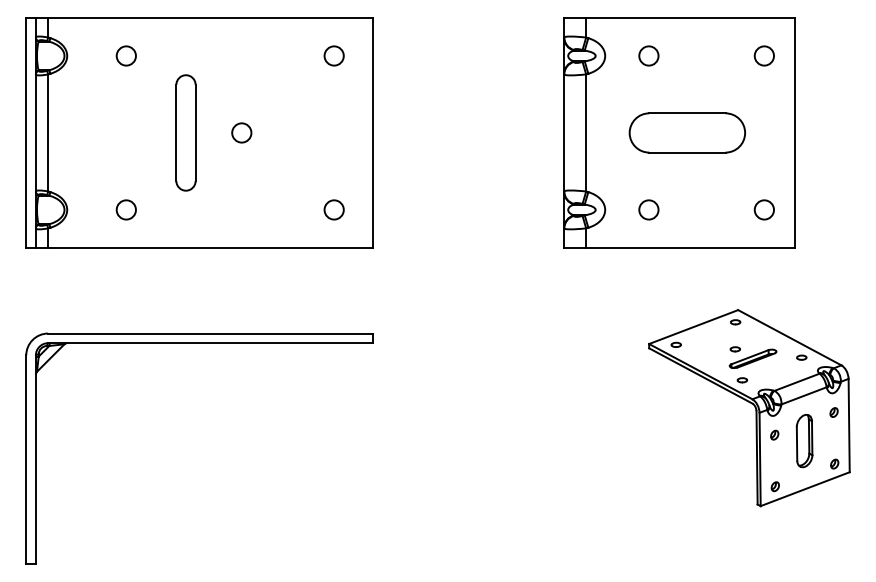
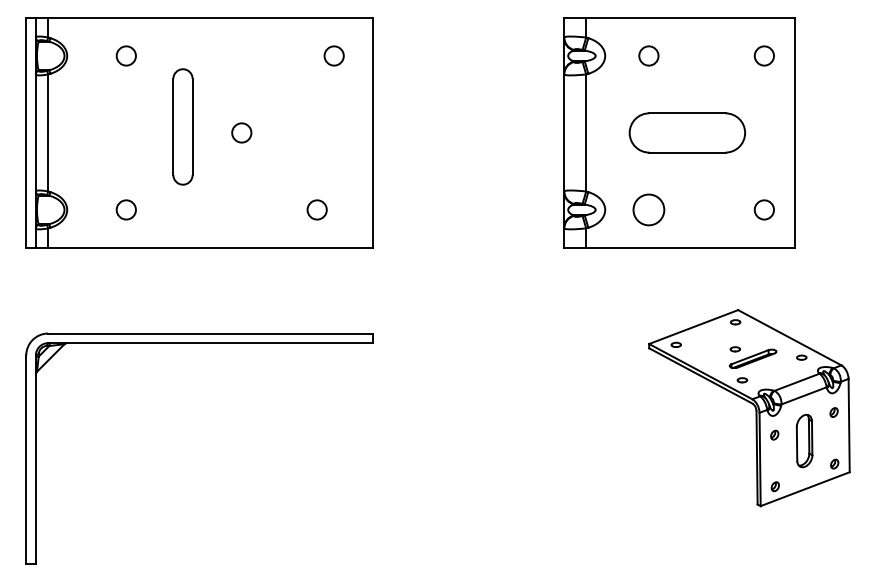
part at (185, 132) position: (185, 132) -> (182, 126)
circle at (333, 209) position: (333, 209) -> (316, 209)
circle at (648, 209) diameter: 19 px -> 31 px
